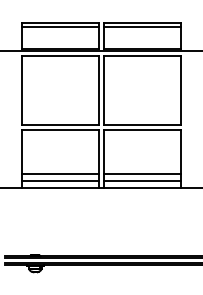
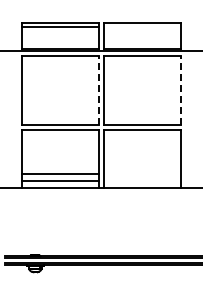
line at (141, 27): present -> none
line at (99, 90): solid -> dashed
line at (180, 90): solid -> dashed
line at (141, 173): present -> none
line at (141, 181): present -> none
